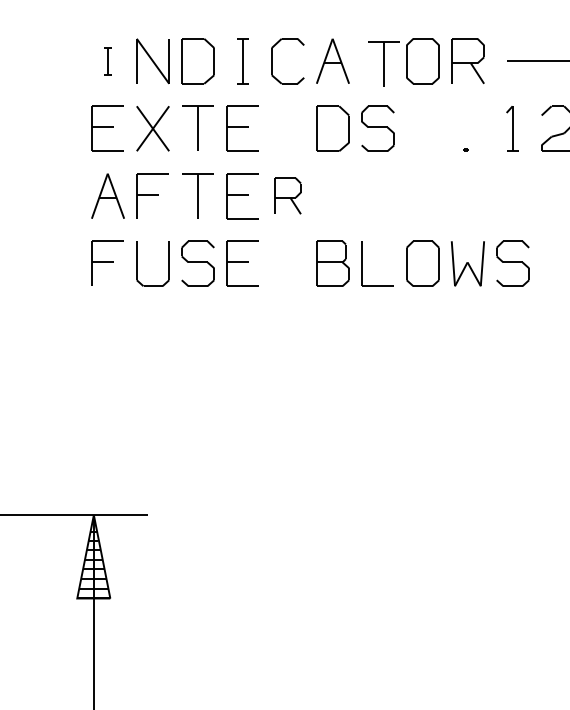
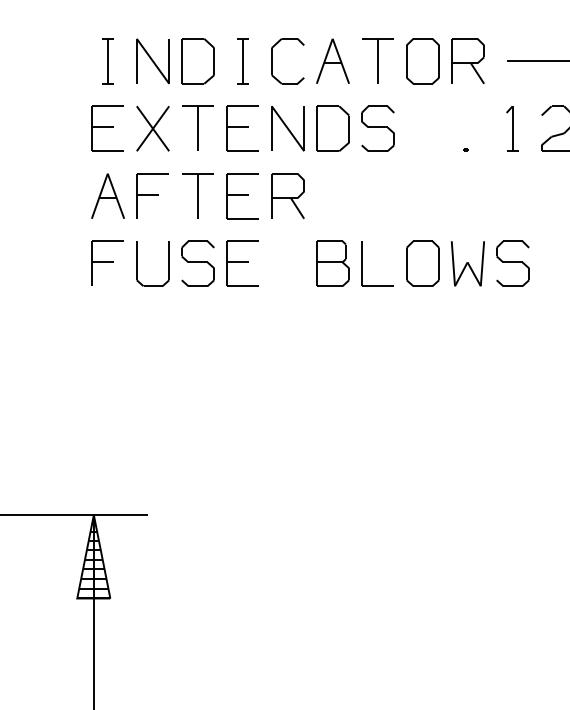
part at (107, 61) size: 8x29 px -> 12x47 px
part at (383, 63) position: (383, 63) -> (377, 60)
part at (287, 128): none -> present
part at (287, 195) size: 28x38 px -> 34x46 px
